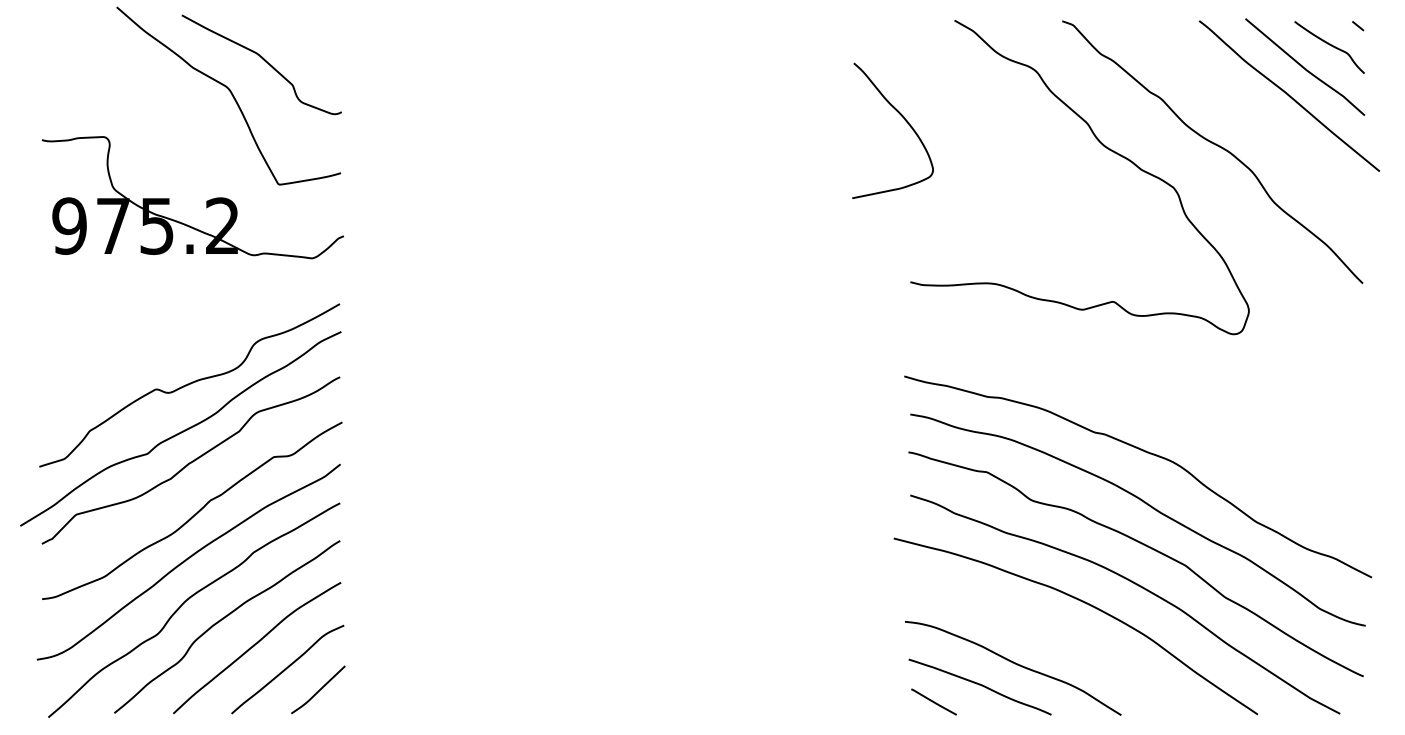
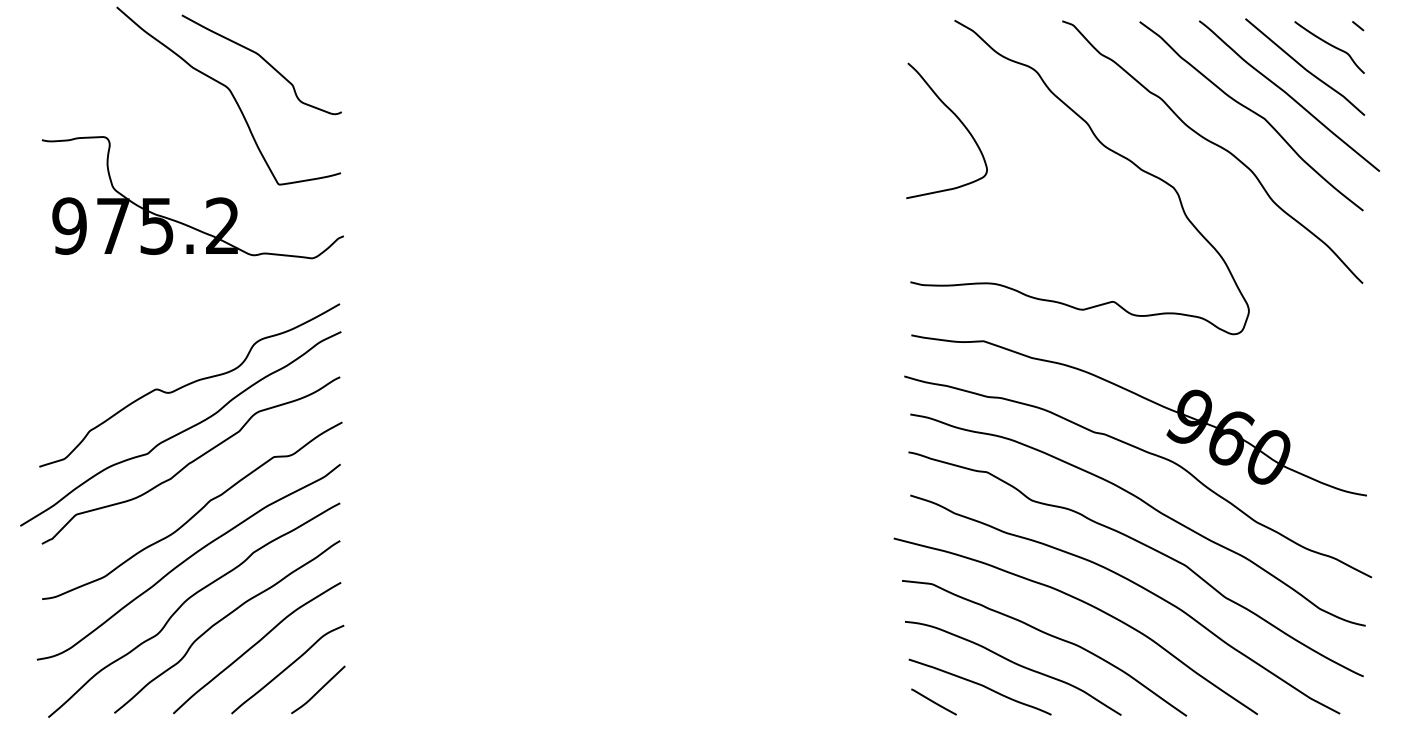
curve at (1253, 113): none -> present
curve at (905, 121) position: (905, 121) -> (959, 121)
part at (1144, 399): none -> present
curve at (1050, 636): none -> present
